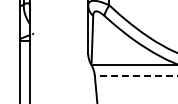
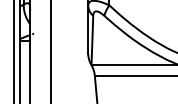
line at (14, 51): none -> present
line at (51, 51): none -> present
line at (135, 75): dashed -> solid
